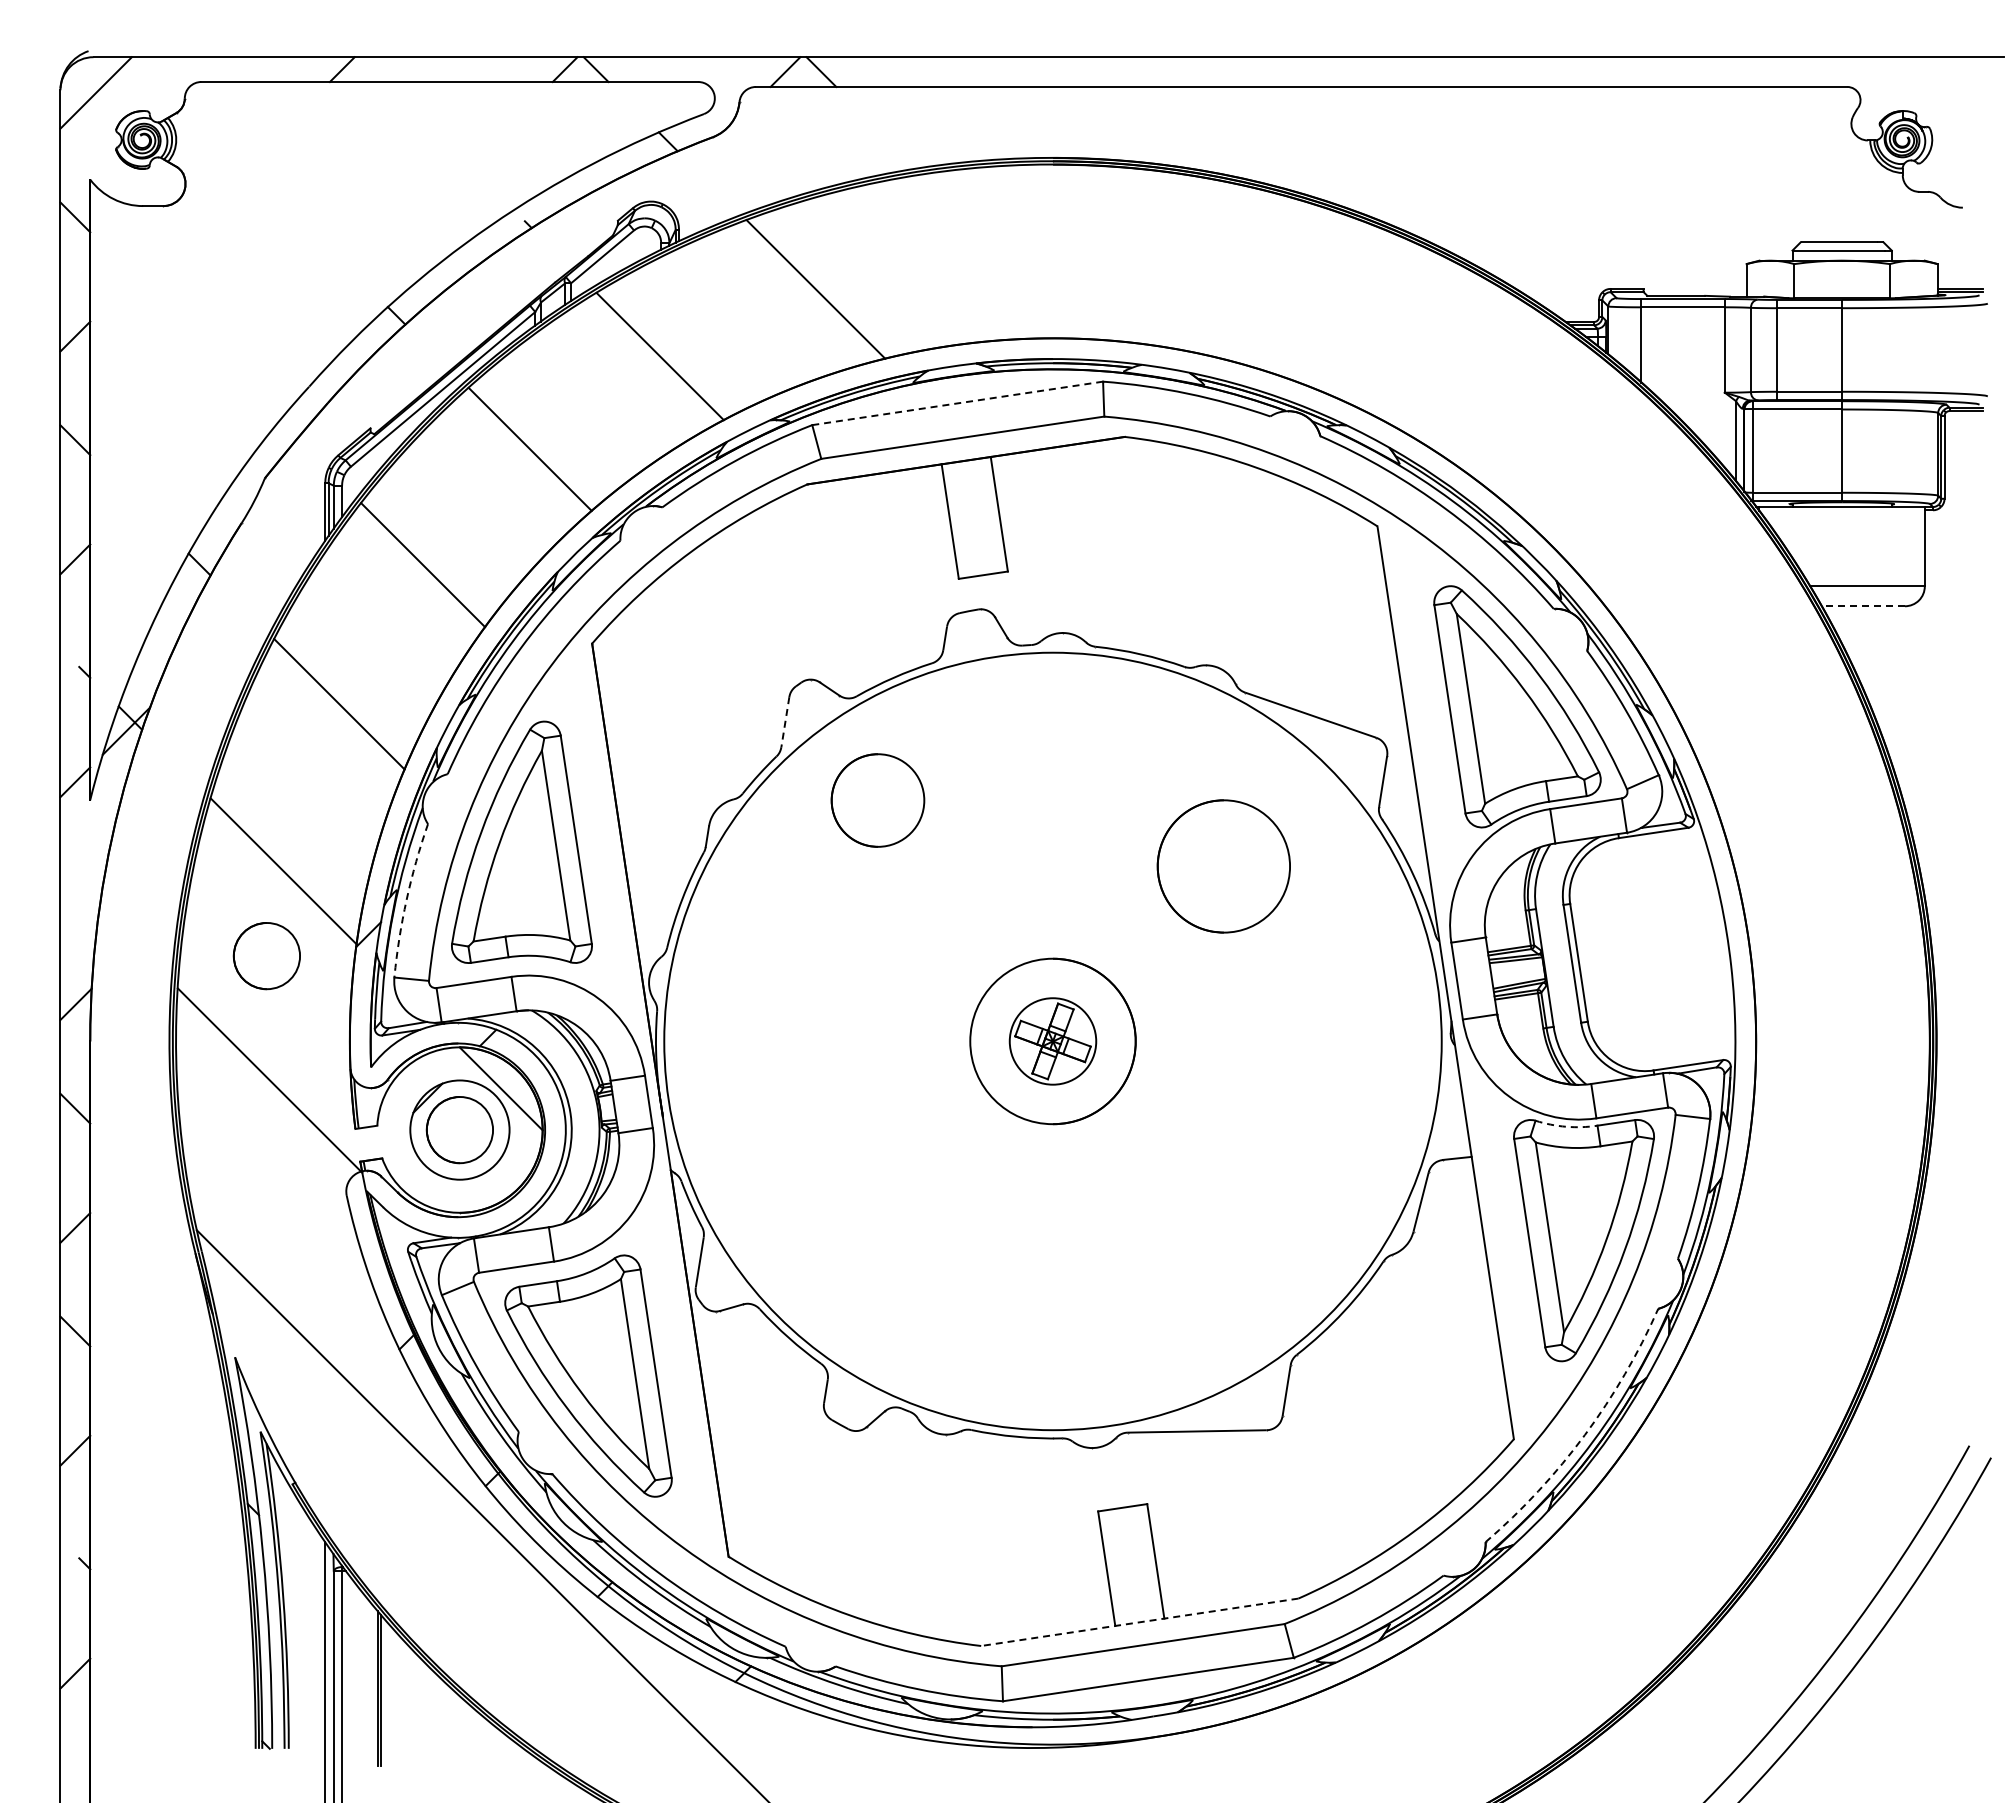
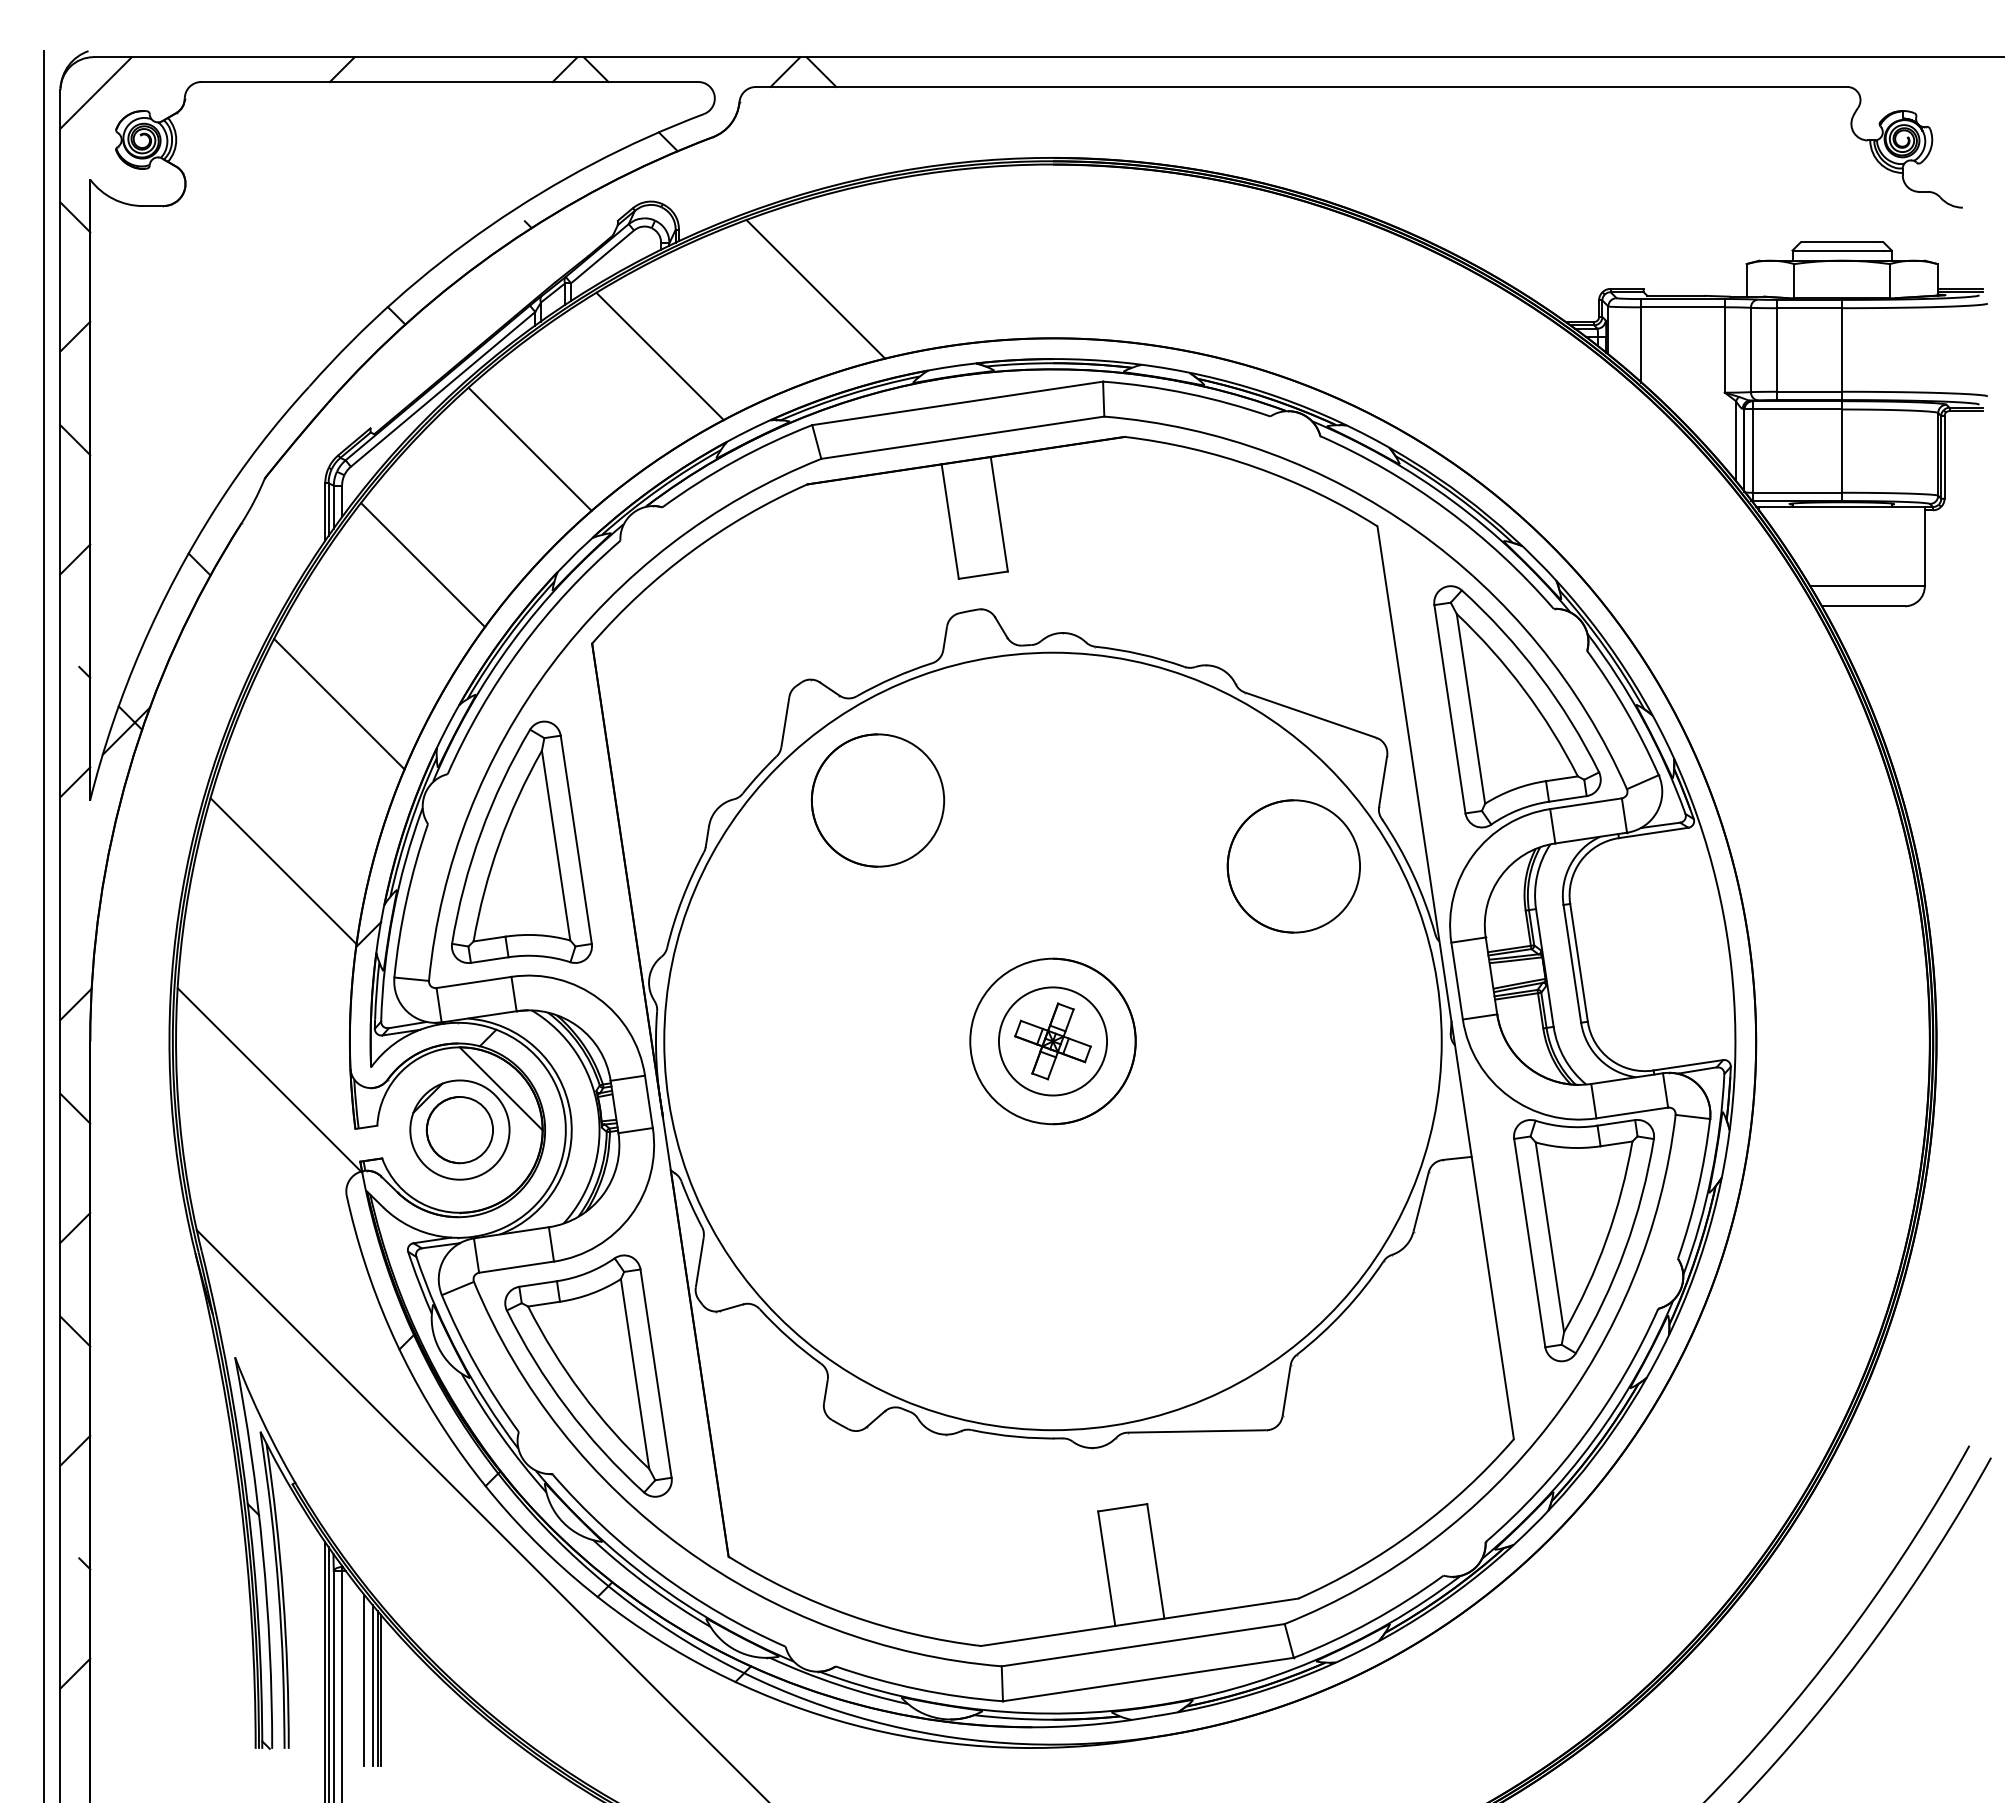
line at (958, 403): dashed -> solid
line at (1863, 606): dashed -> solid
line at (785, 723): dashed -> solid
part at (877, 800) size: 96x95 px -> 136x135 px
circle at (1223, 866) position: (1223, 866) -> (1293, 866)
arc at (406, 899): dashed -> solid
line at (43, 925): none -> present
circle at (266, 956): present -> none
circle at (1052, 1041) diameter: 86 px -> 108 px
arc at (1566, 1126): dashed -> solid
arc at (1584, 1435): dashed -> solid
line at (1139, 1622): dashed -> solid
line at (328, 1672): none -> present
line at (364, 1680): none -> present
line at (372, 1685): none -> present
